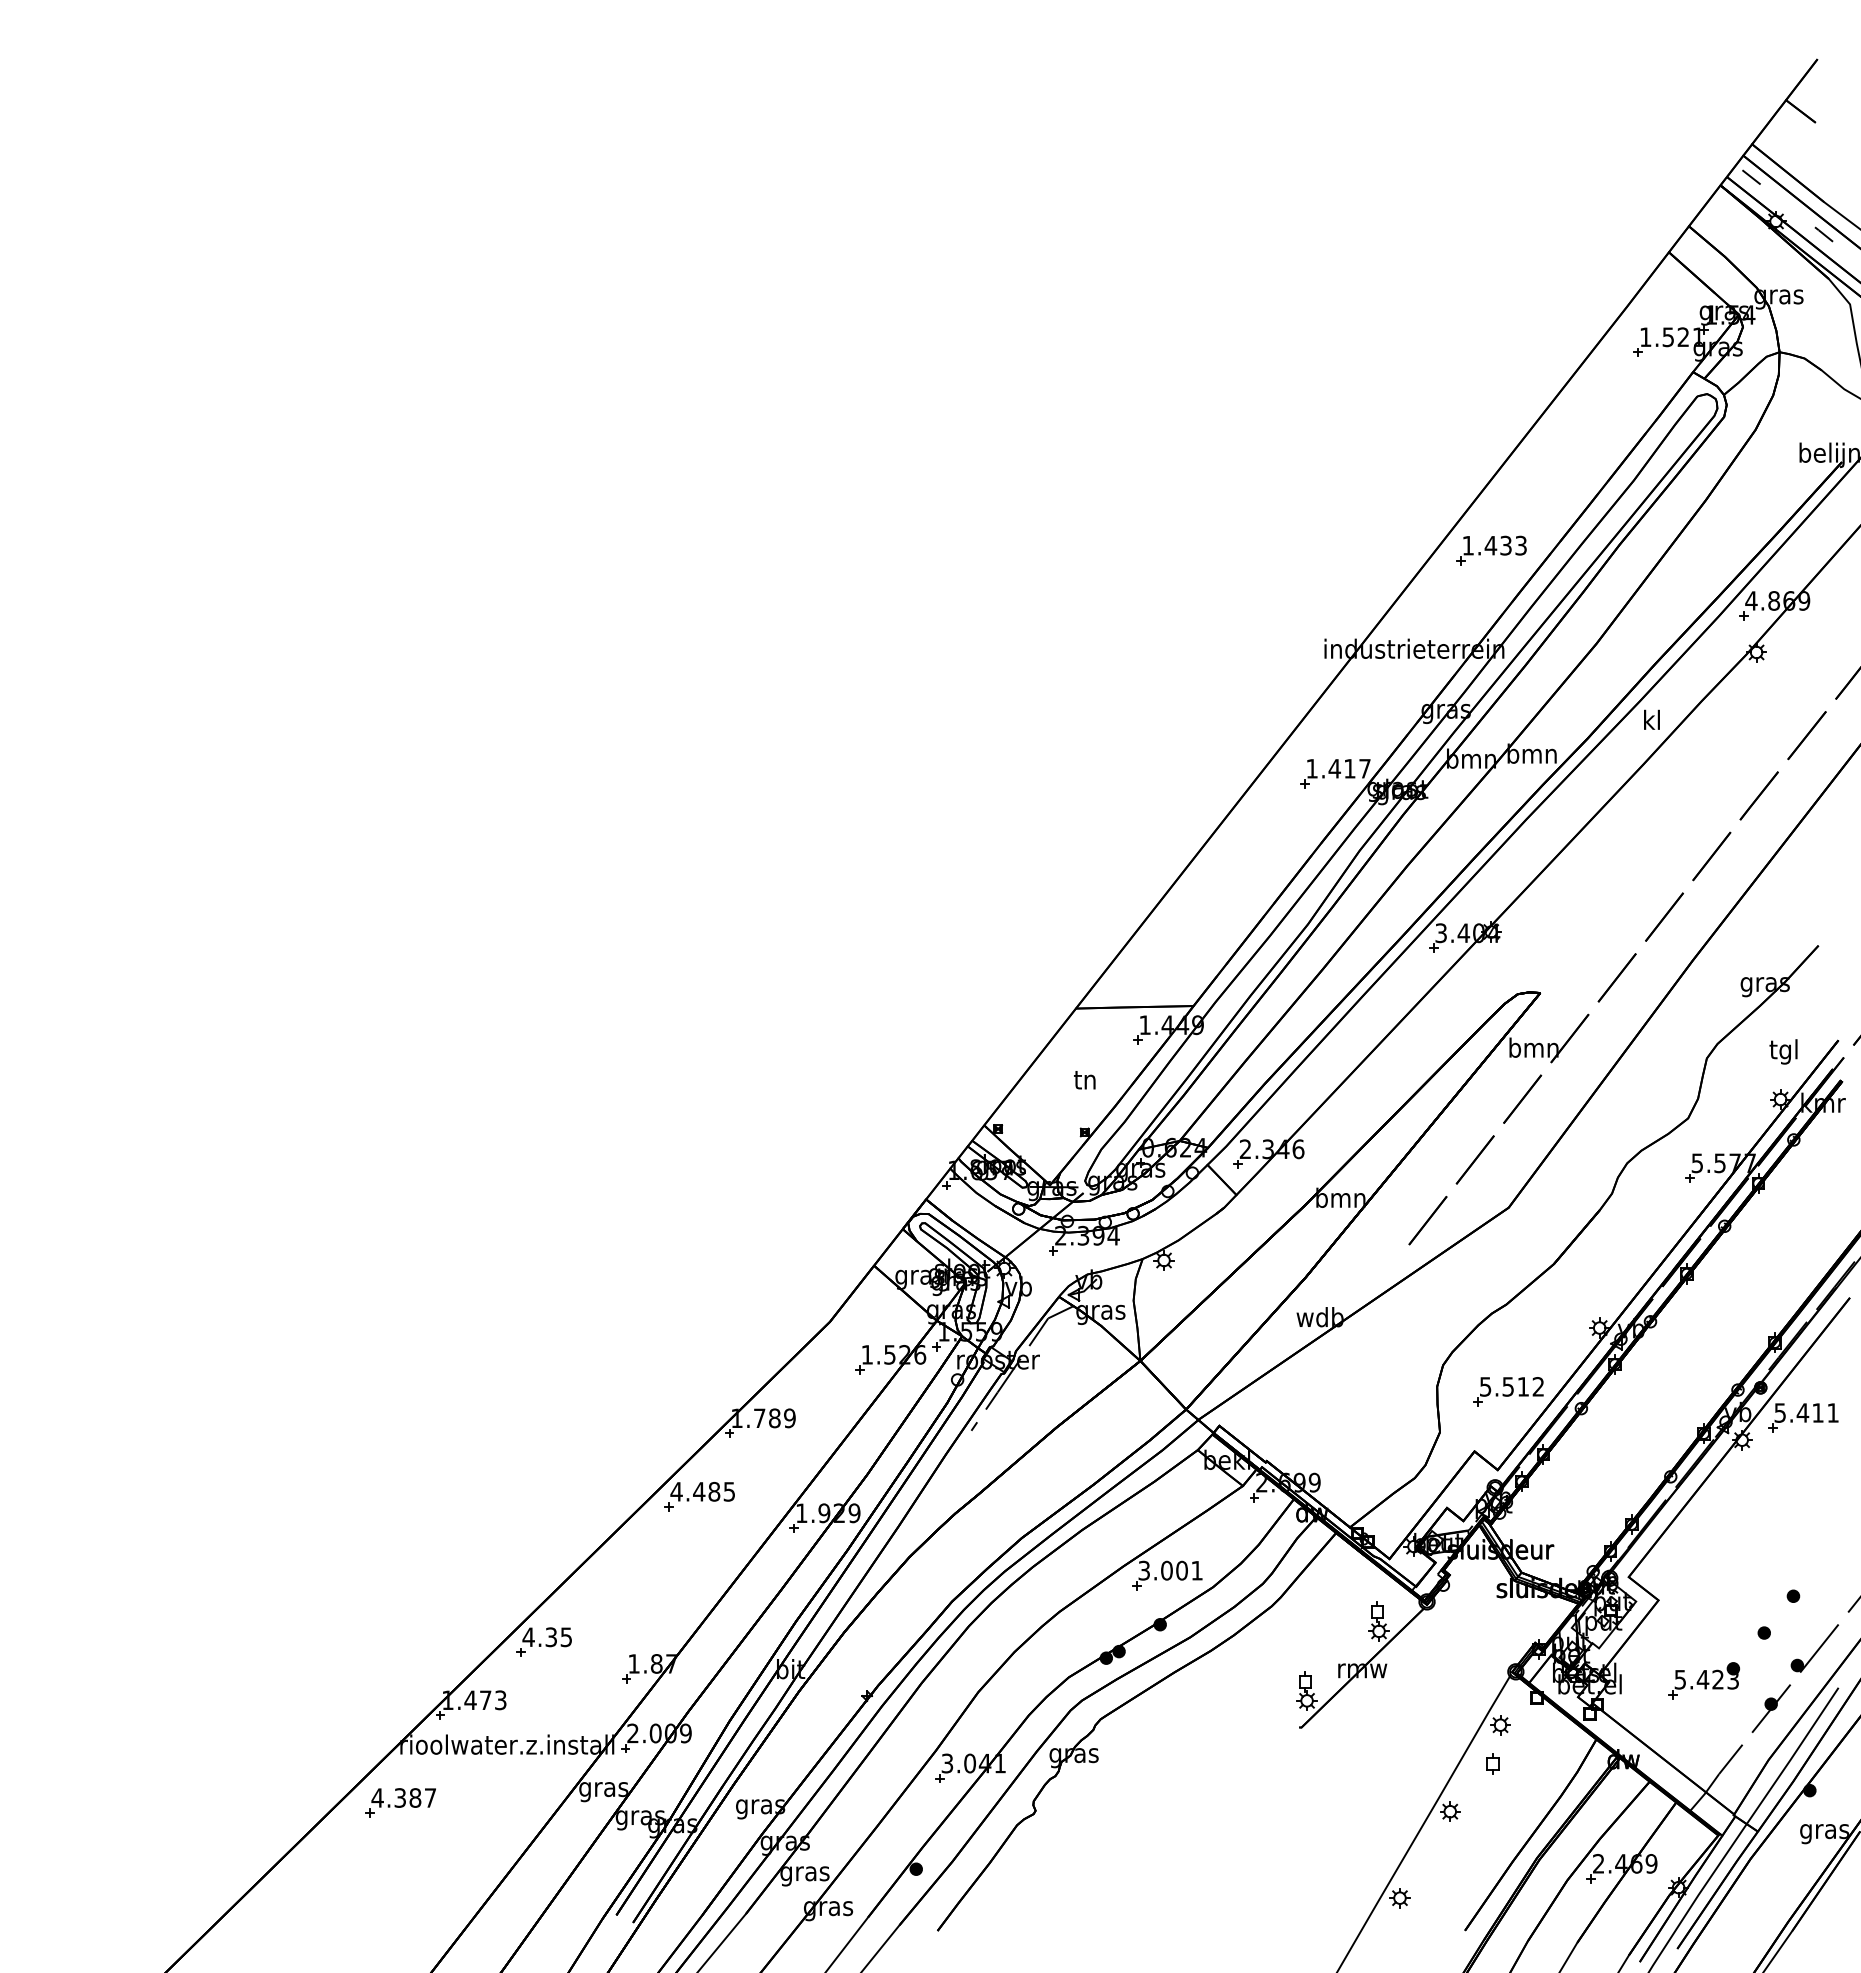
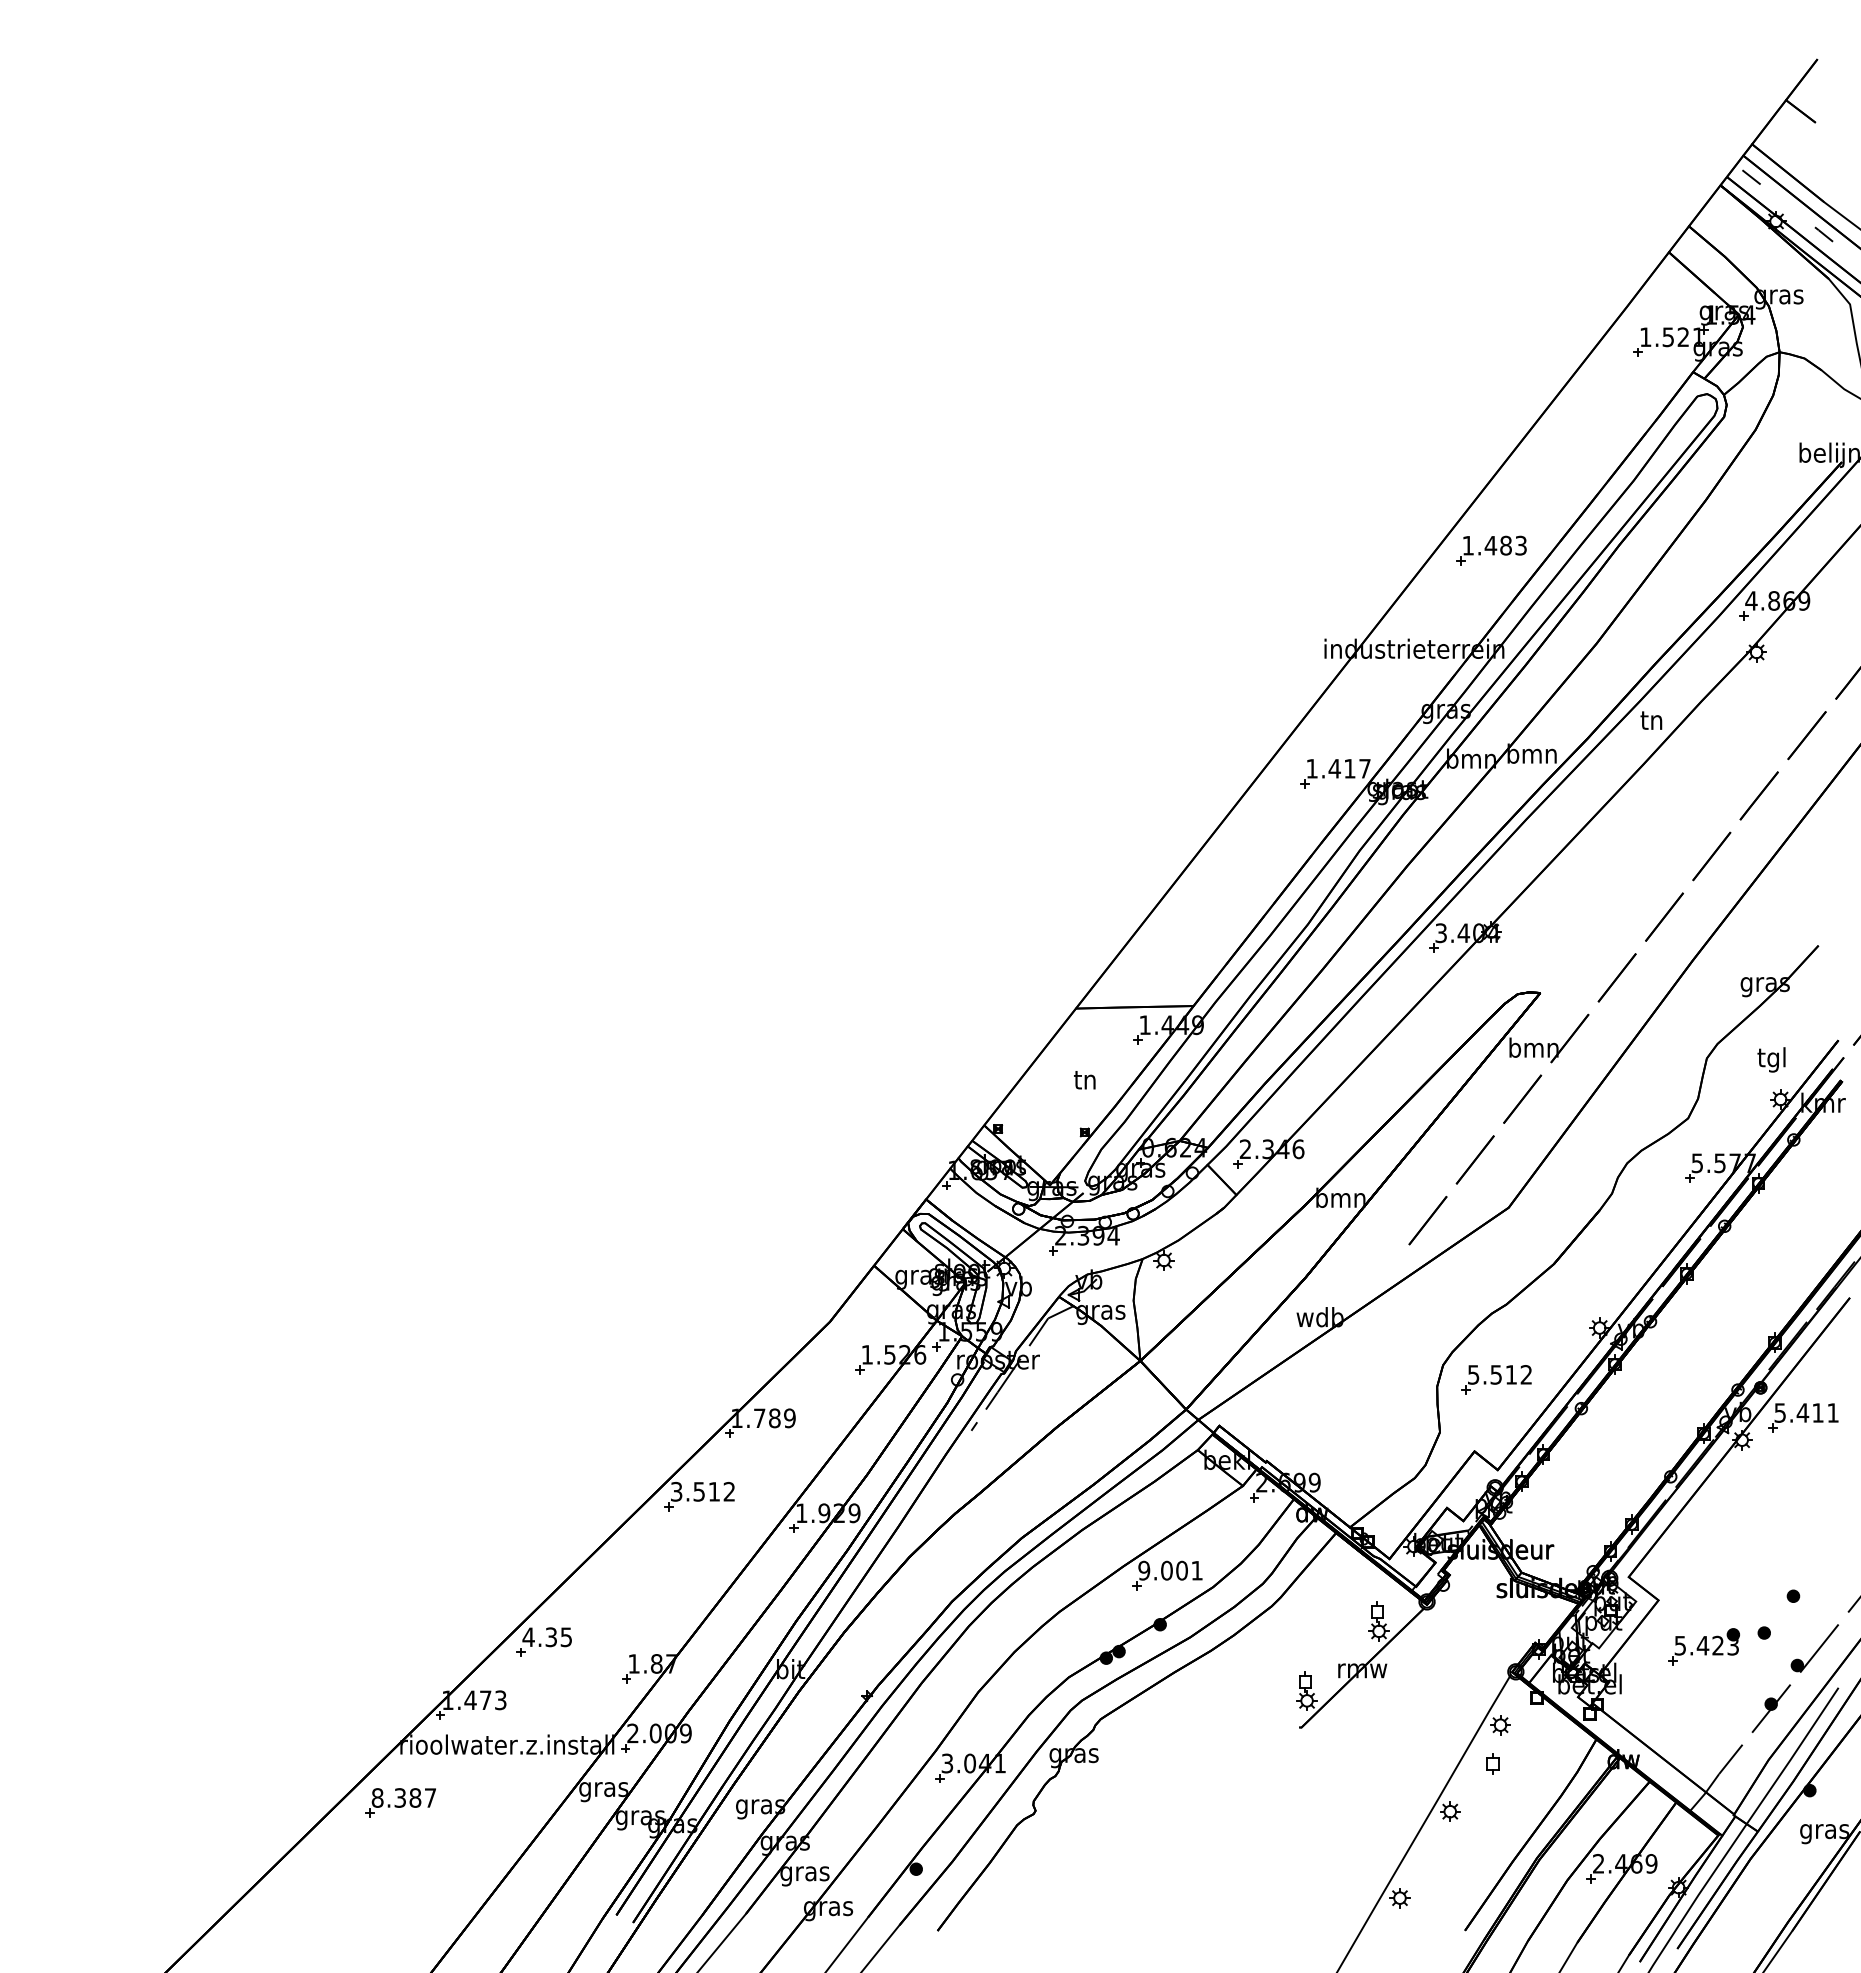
text at (1505, 545): 1.433 -> 1.483
text at (1651, 719): kl -> tn
text at (1783, 1051) position: (1783, 1051) -> (1771, 1059)
part at (1508, 1391) position: (1508, 1391) -> (1496, 1379)
text at (702, 1491): 4.485 -> 3.512
text at (1144, 1570): 3.001 -> 9.001
part at (1703, 1680) position: (1703, 1680) -> (1703, 1646)
text at (377, 1797): 4.387 -> 8.387
